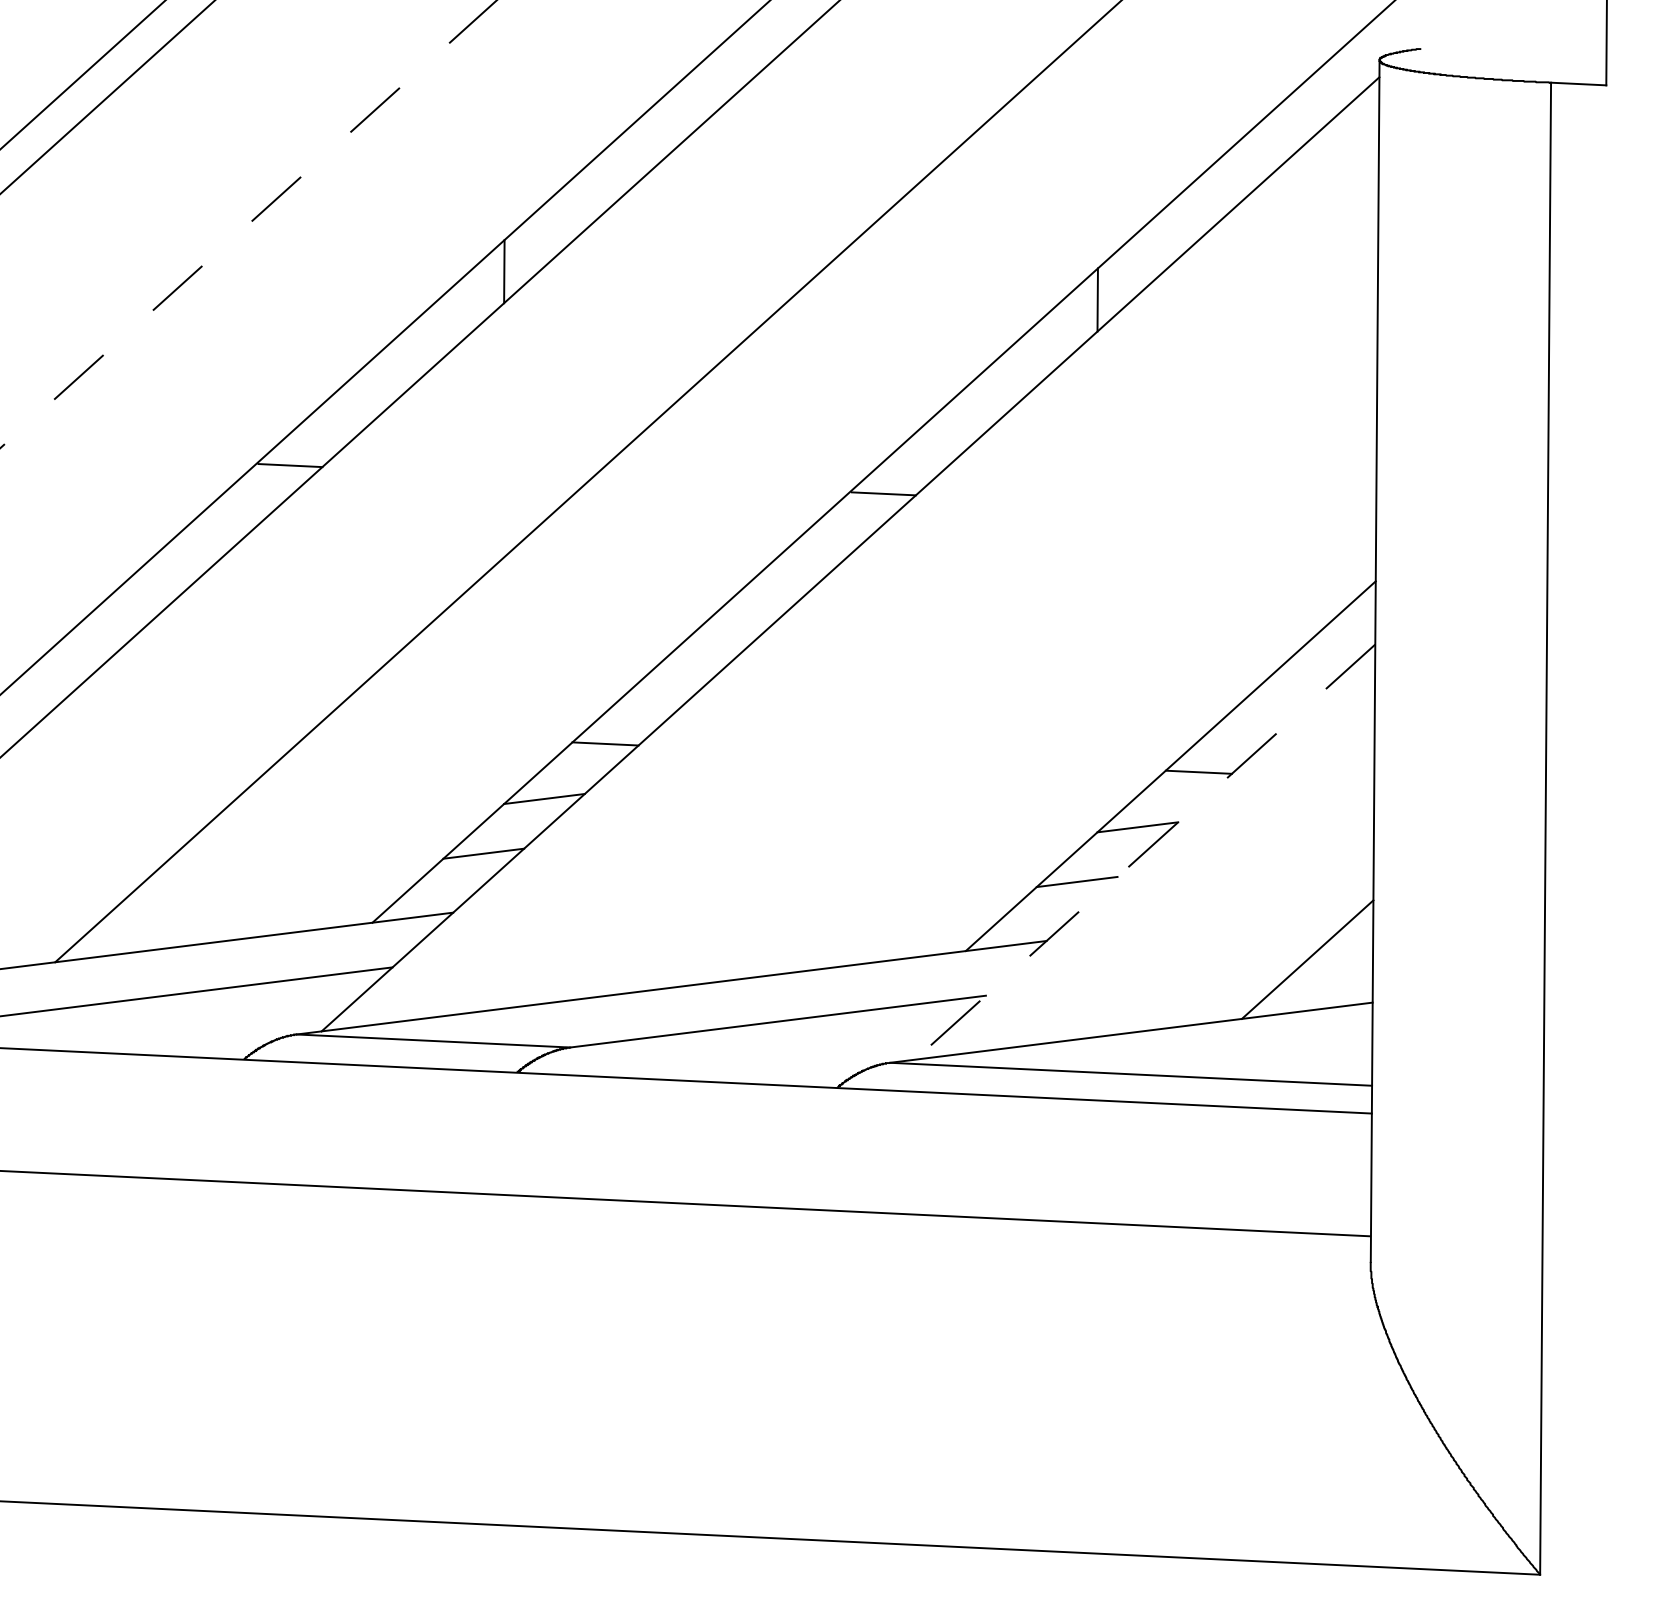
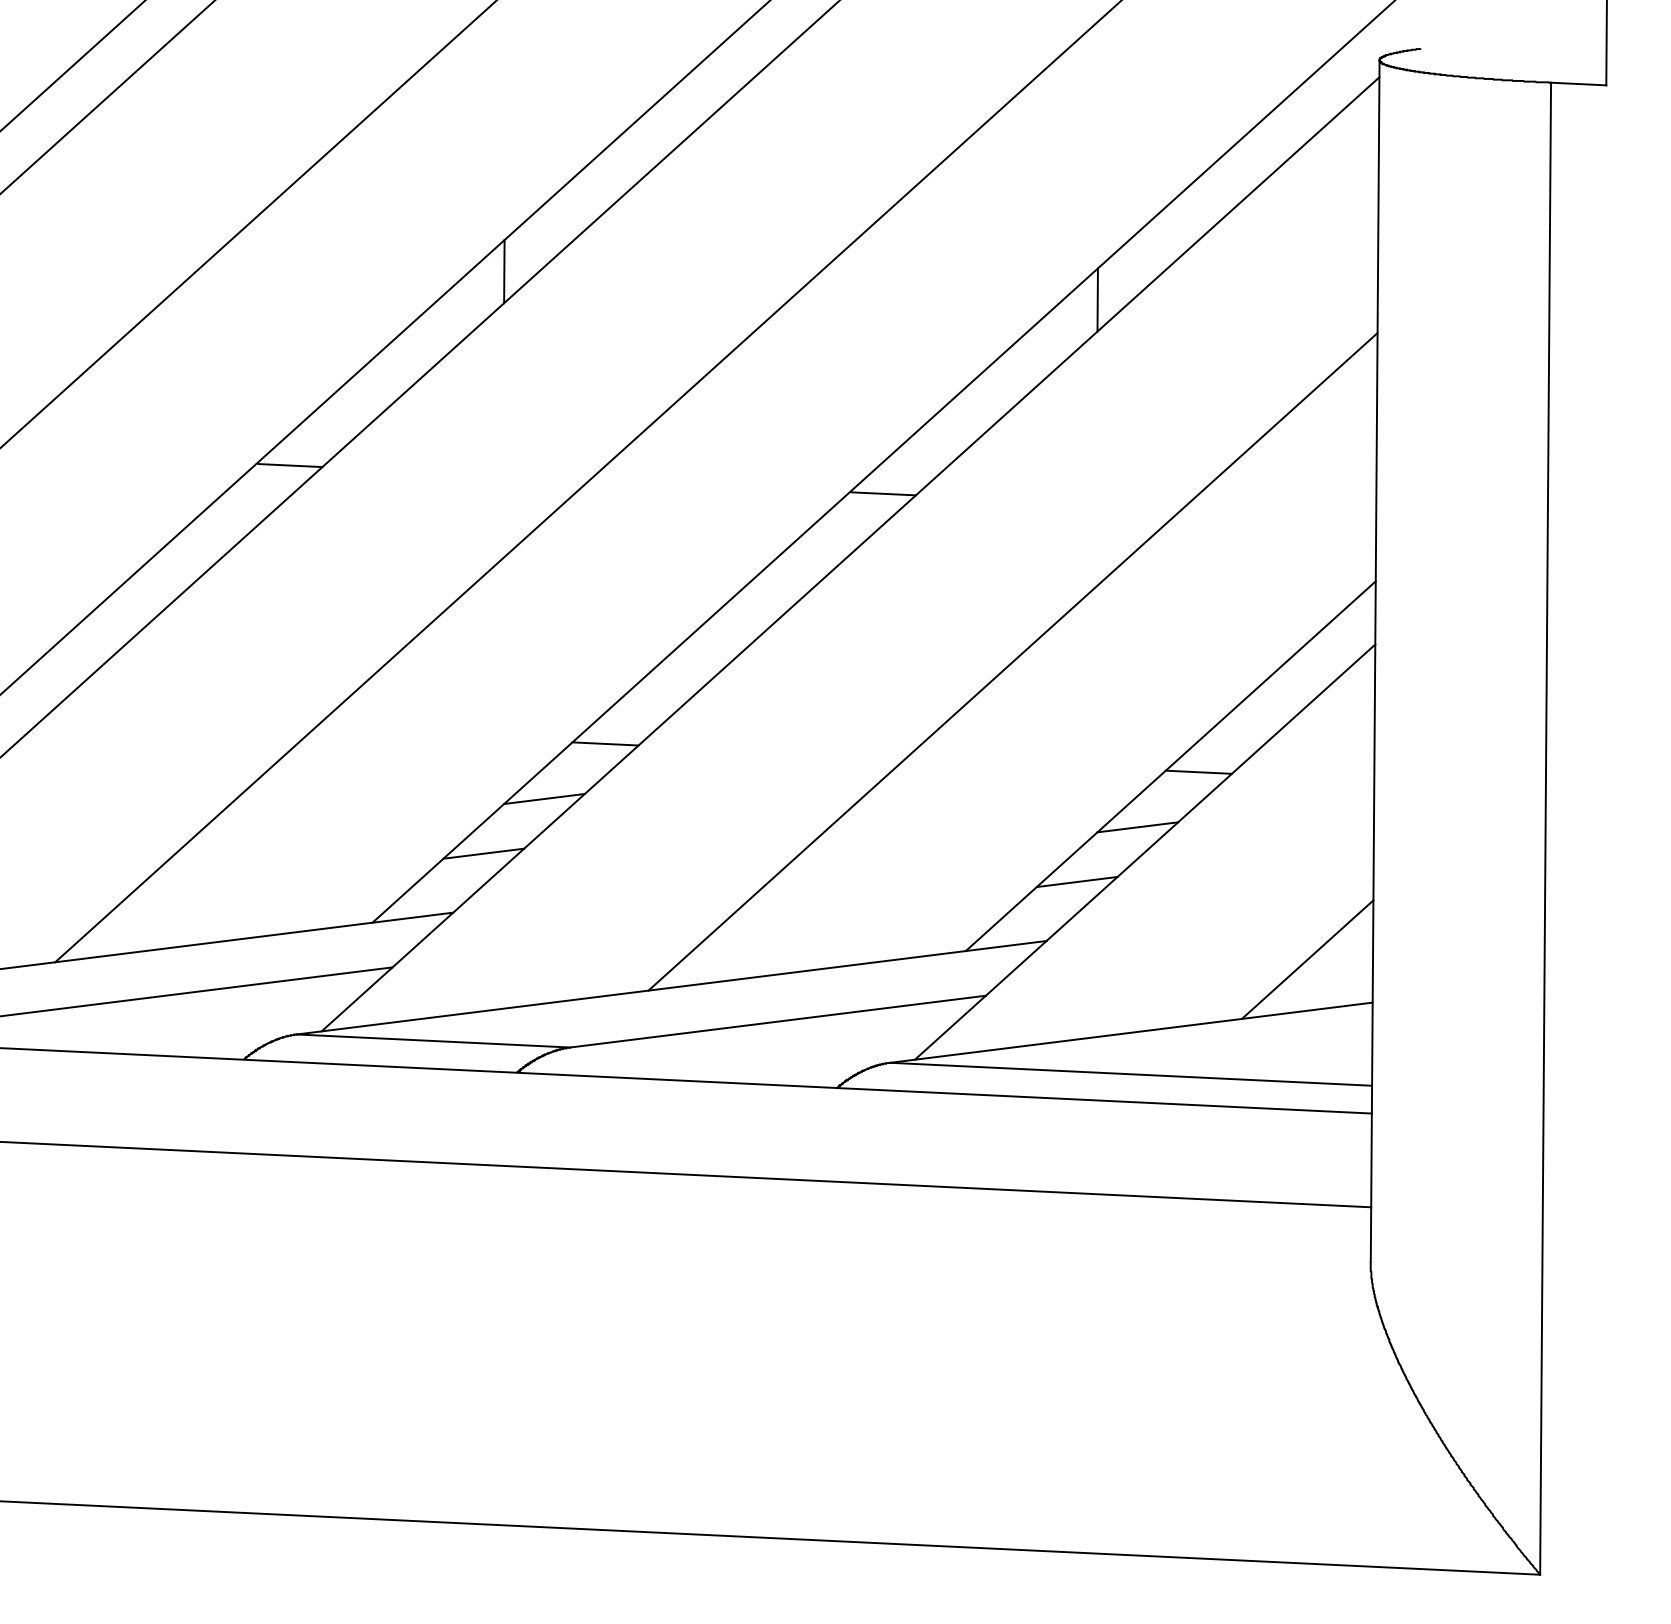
line at (82, 74) position: (82, 74) -> (72, 65)
line at (248, 224): dashed -> solid
line at (1012, 661): none -> present
line at (1145, 852): dashed -> solid
line at (686, 1203) position: (686, 1203) -> (686, 1174)
